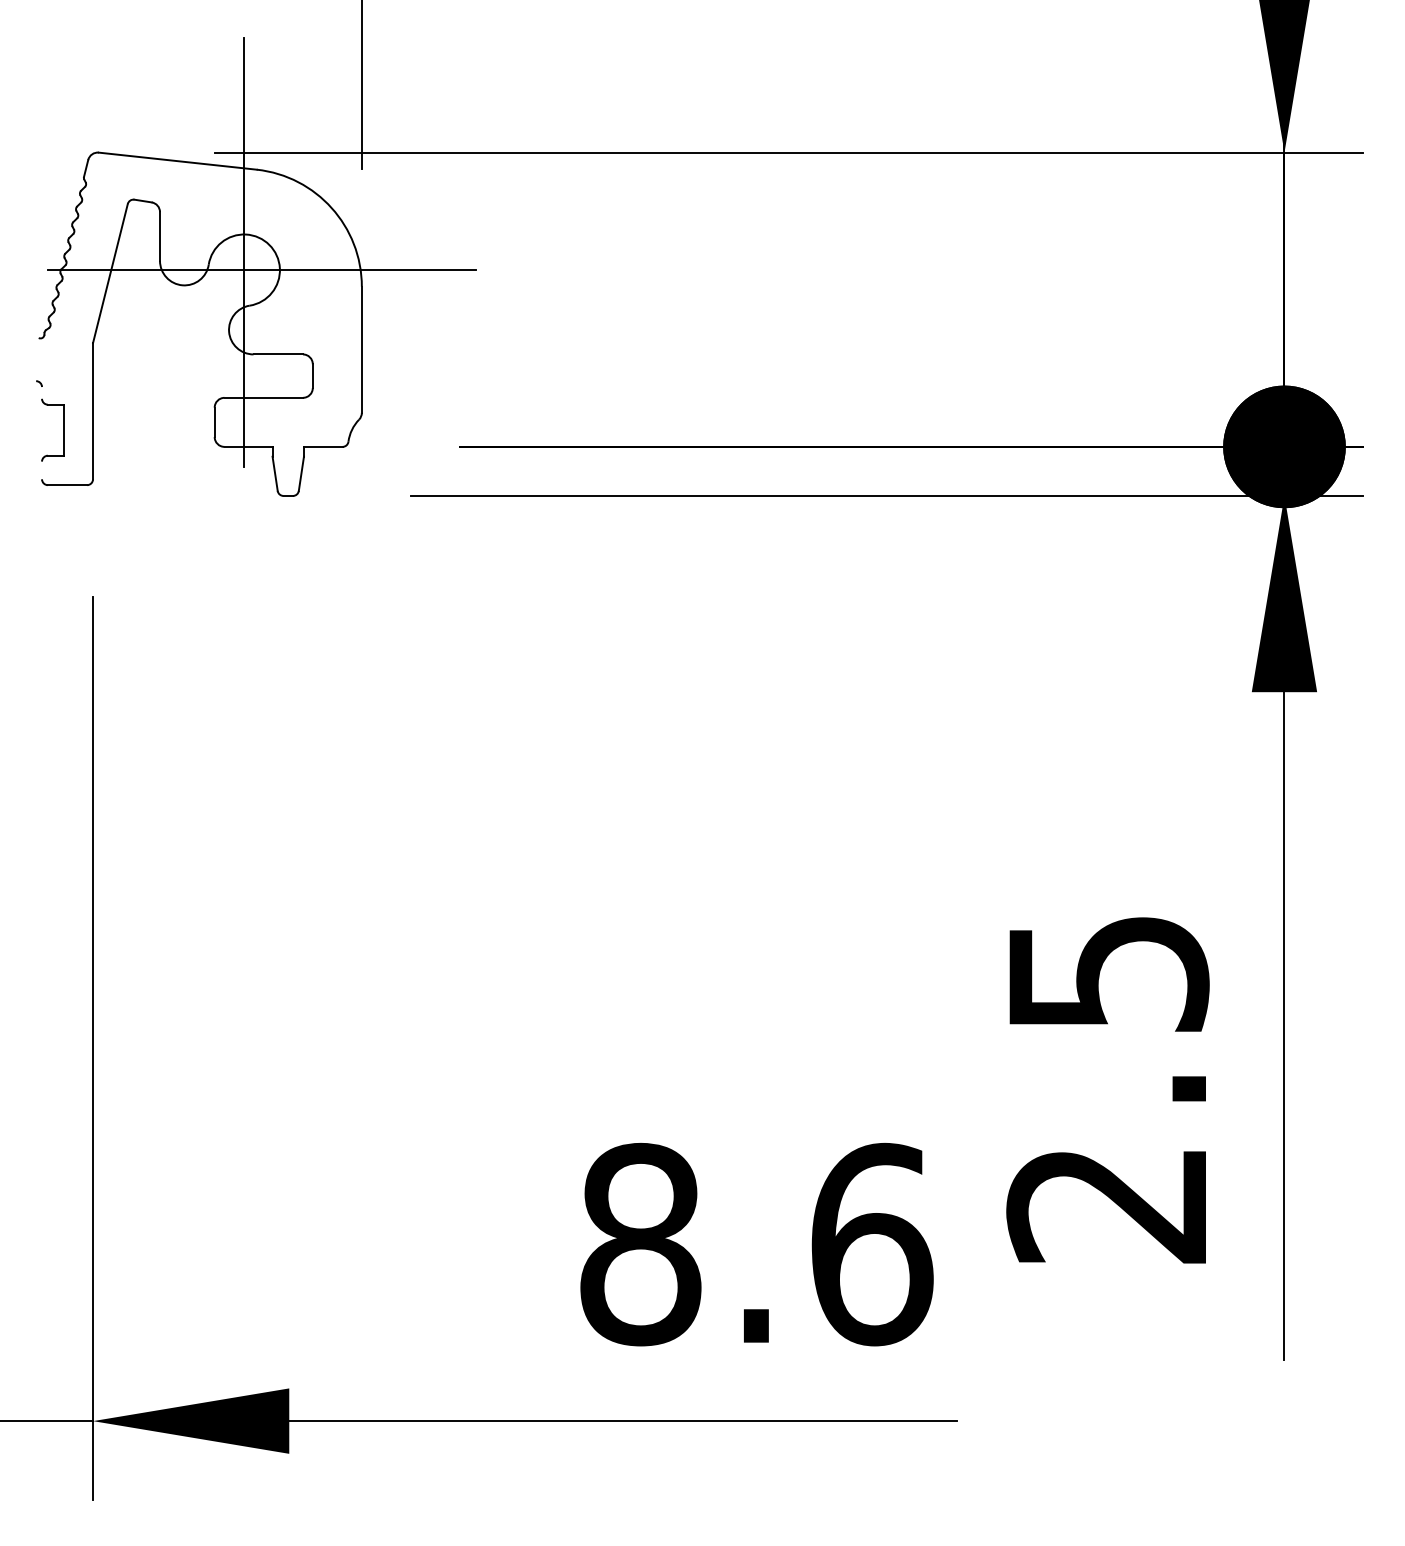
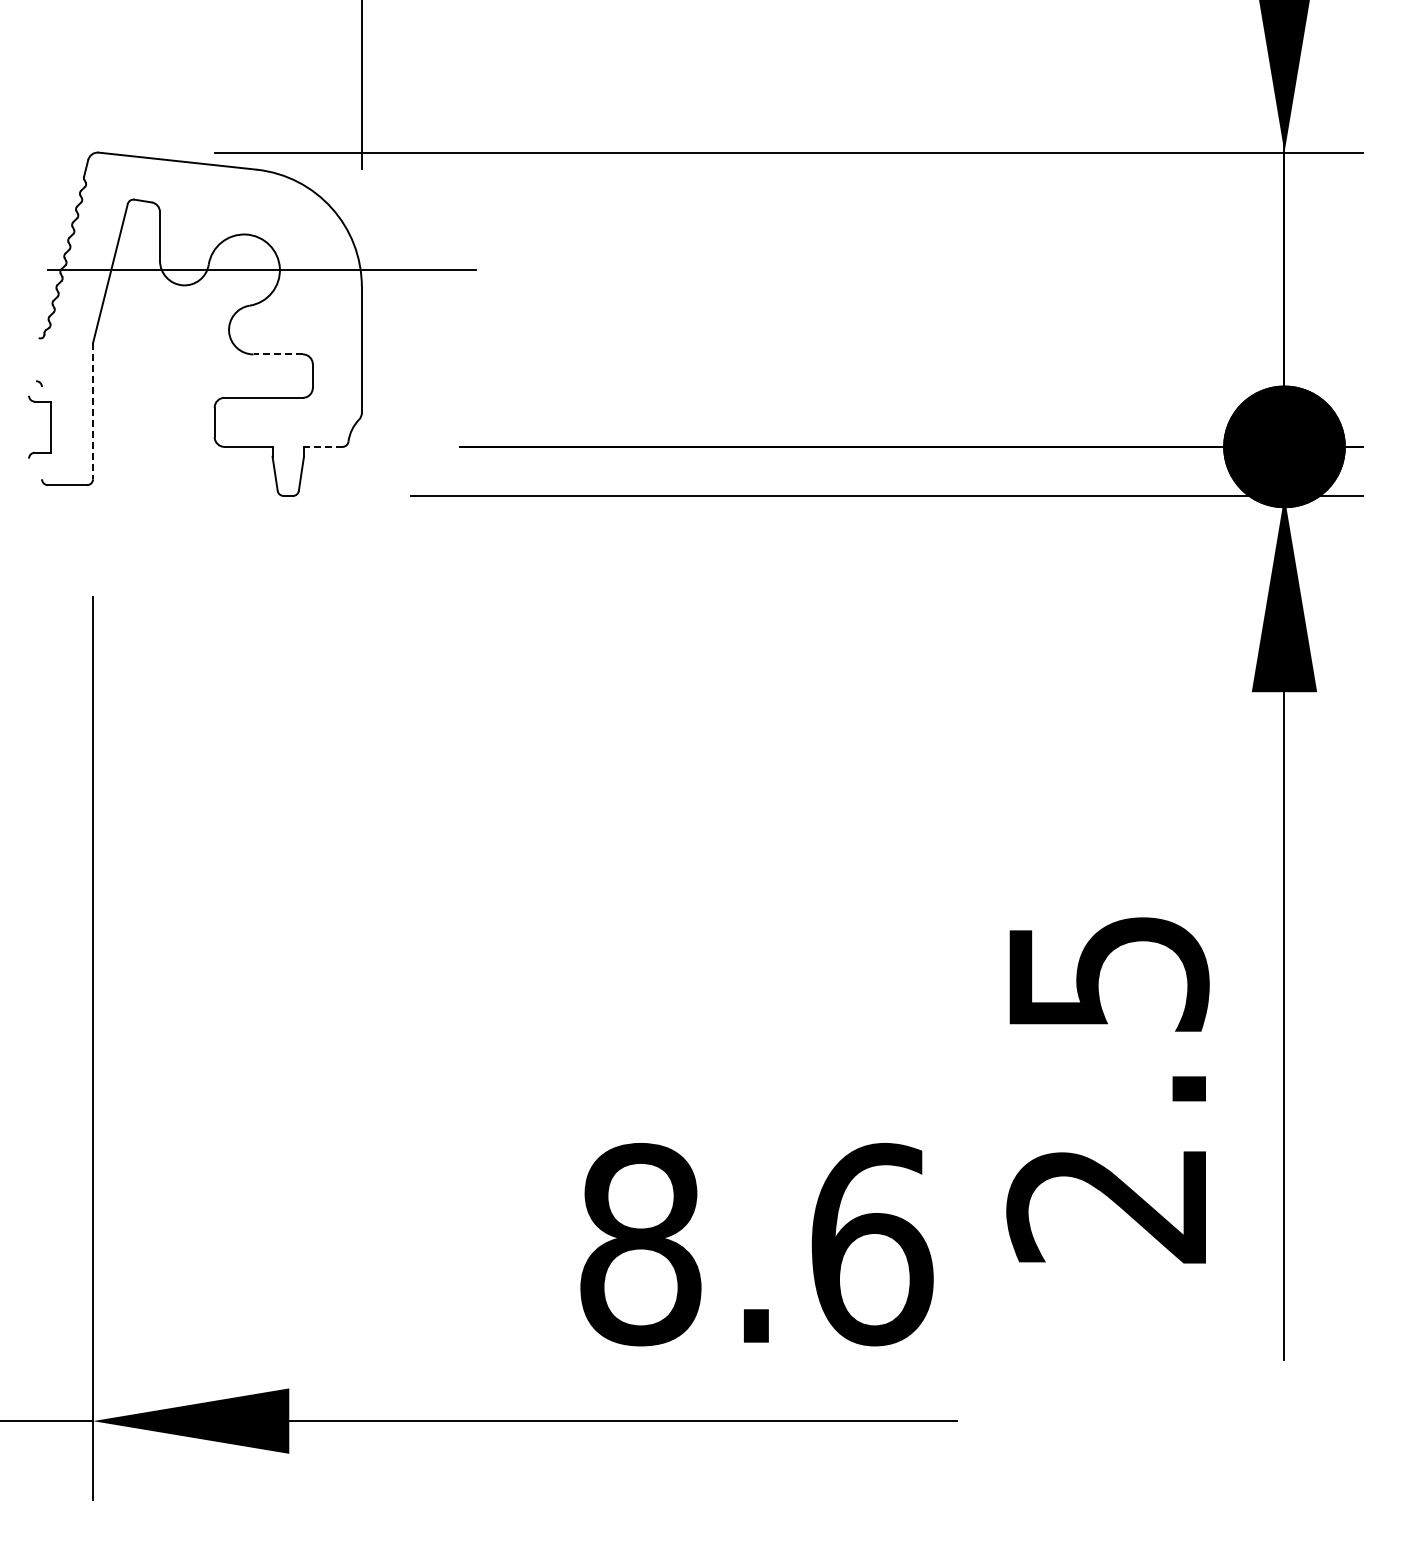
line at (244, 252): present -> none
line at (278, 354): solid -> dashed
line at (93, 411): solid -> dashed
part at (63, 429) position: (63, 429) -> (50, 426)
line at (322, 446): solid -> dashed
